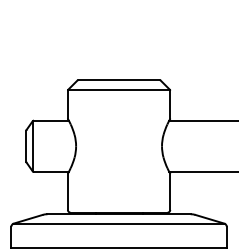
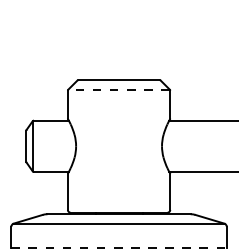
line at (119, 89): solid -> dashed
line at (119, 247): solid -> dashed
